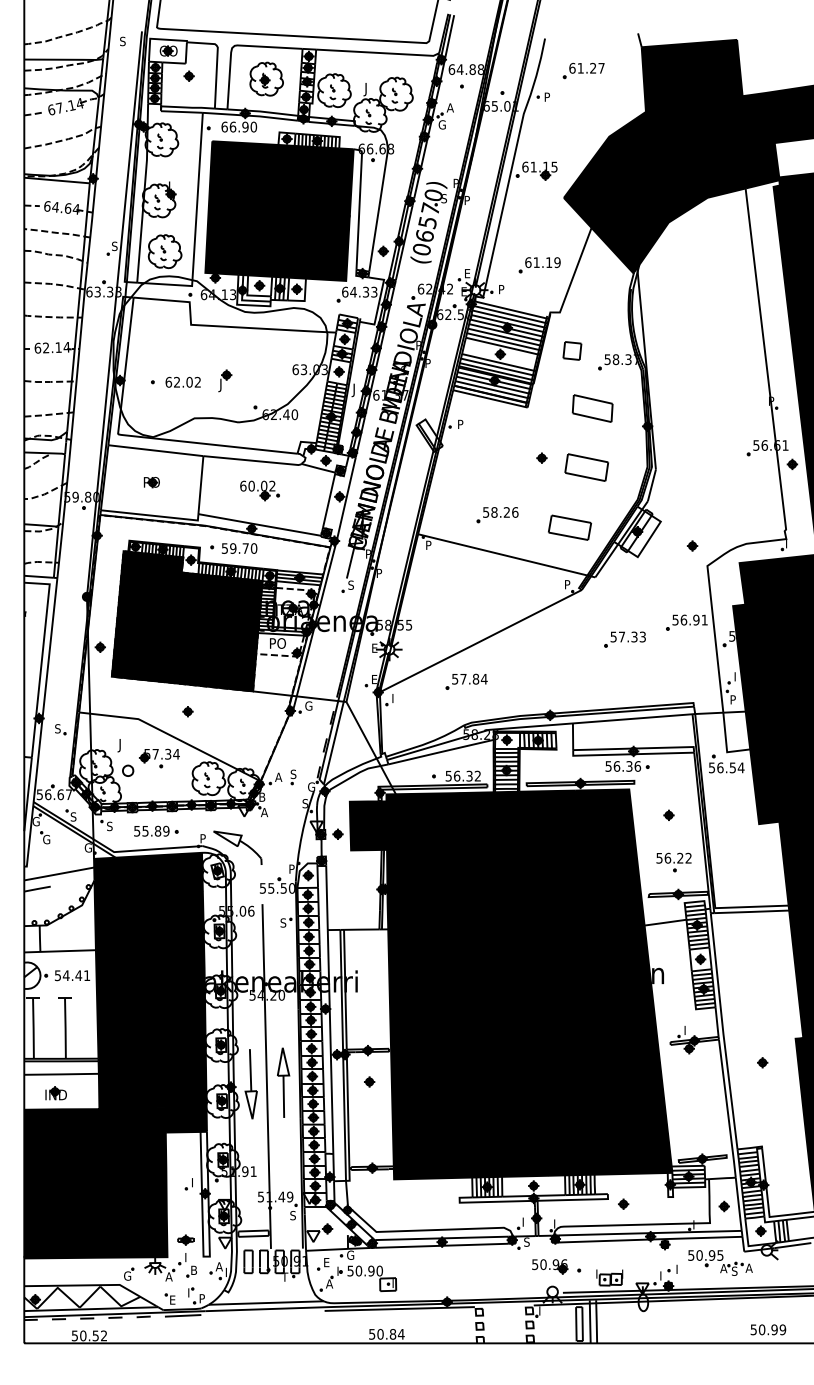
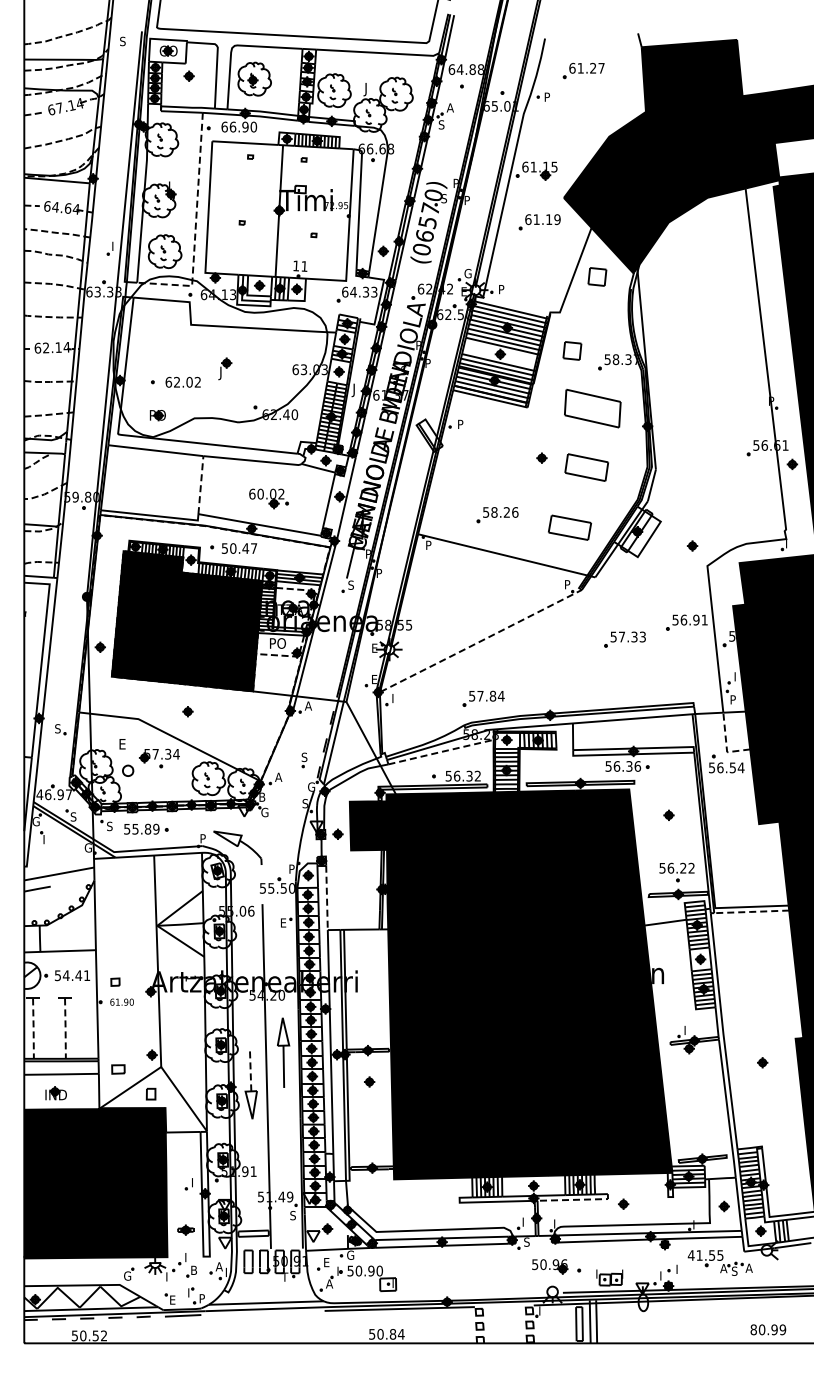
part at (266, 78) position: (266, 78) -> (254, 78)
text at (441, 124): G -> S
fill at (279, 210): present -> none
line at (195, 227): solid -> dashed
text at (114, 246): S -> I
part at (539, 265) position: (539, 265) -> (539, 222)
text at (467, 273): E -> G
part at (597, 276): none -> present
part at (225, 380) position: (225, 380) -> (225, 368)
part at (592, 408) size: 43x29 px -> 58x40 px
part at (151, 482) position: (151, 482) -> (157, 415)
line at (200, 484): solid -> dashed
part at (259, 490) position: (259, 490) -> (268, 498)
text at (243, 548): 59.70 -> 50.47
line at (480, 641): solid -> dashed
part at (466, 681) position: (466, 681) -> (483, 698)
text at (308, 705): G -> A
line at (726, 744): solid -> dashed
text at (121, 745): J -> E
line at (440, 752): solid -> dashed
part at (293, 777) position: (293, 777) -> (304, 760)
text at (49, 794): 56.67 -> 46.97
text at (264, 812): A -> G
part at (156, 830) position: (156, 830) -> (146, 828)
text at (46, 839): G -> I
part at (673, 862) position: (673, 862) -> (676, 872)
line at (327, 898): solid -> dashed
line at (751, 911): solid -> dashed
text at (283, 922): S -> E
fill at (150, 992): present -> none
line at (33, 1028): solid -> dashed
line at (65, 1028): solid -> dashed
line at (250, 1069): solid -> dashed
part at (283, 1082) position: (283, 1082) -> (283, 1052)
line at (575, 1199): solid -> dashed
part at (185, 1239) position: (185, 1239) -> (185, 1229)
text at (701, 1255): 50.95 -> 41.55
text at (168, 1276): A -> I
text at (753, 1329): 50.99 -> 80.99
